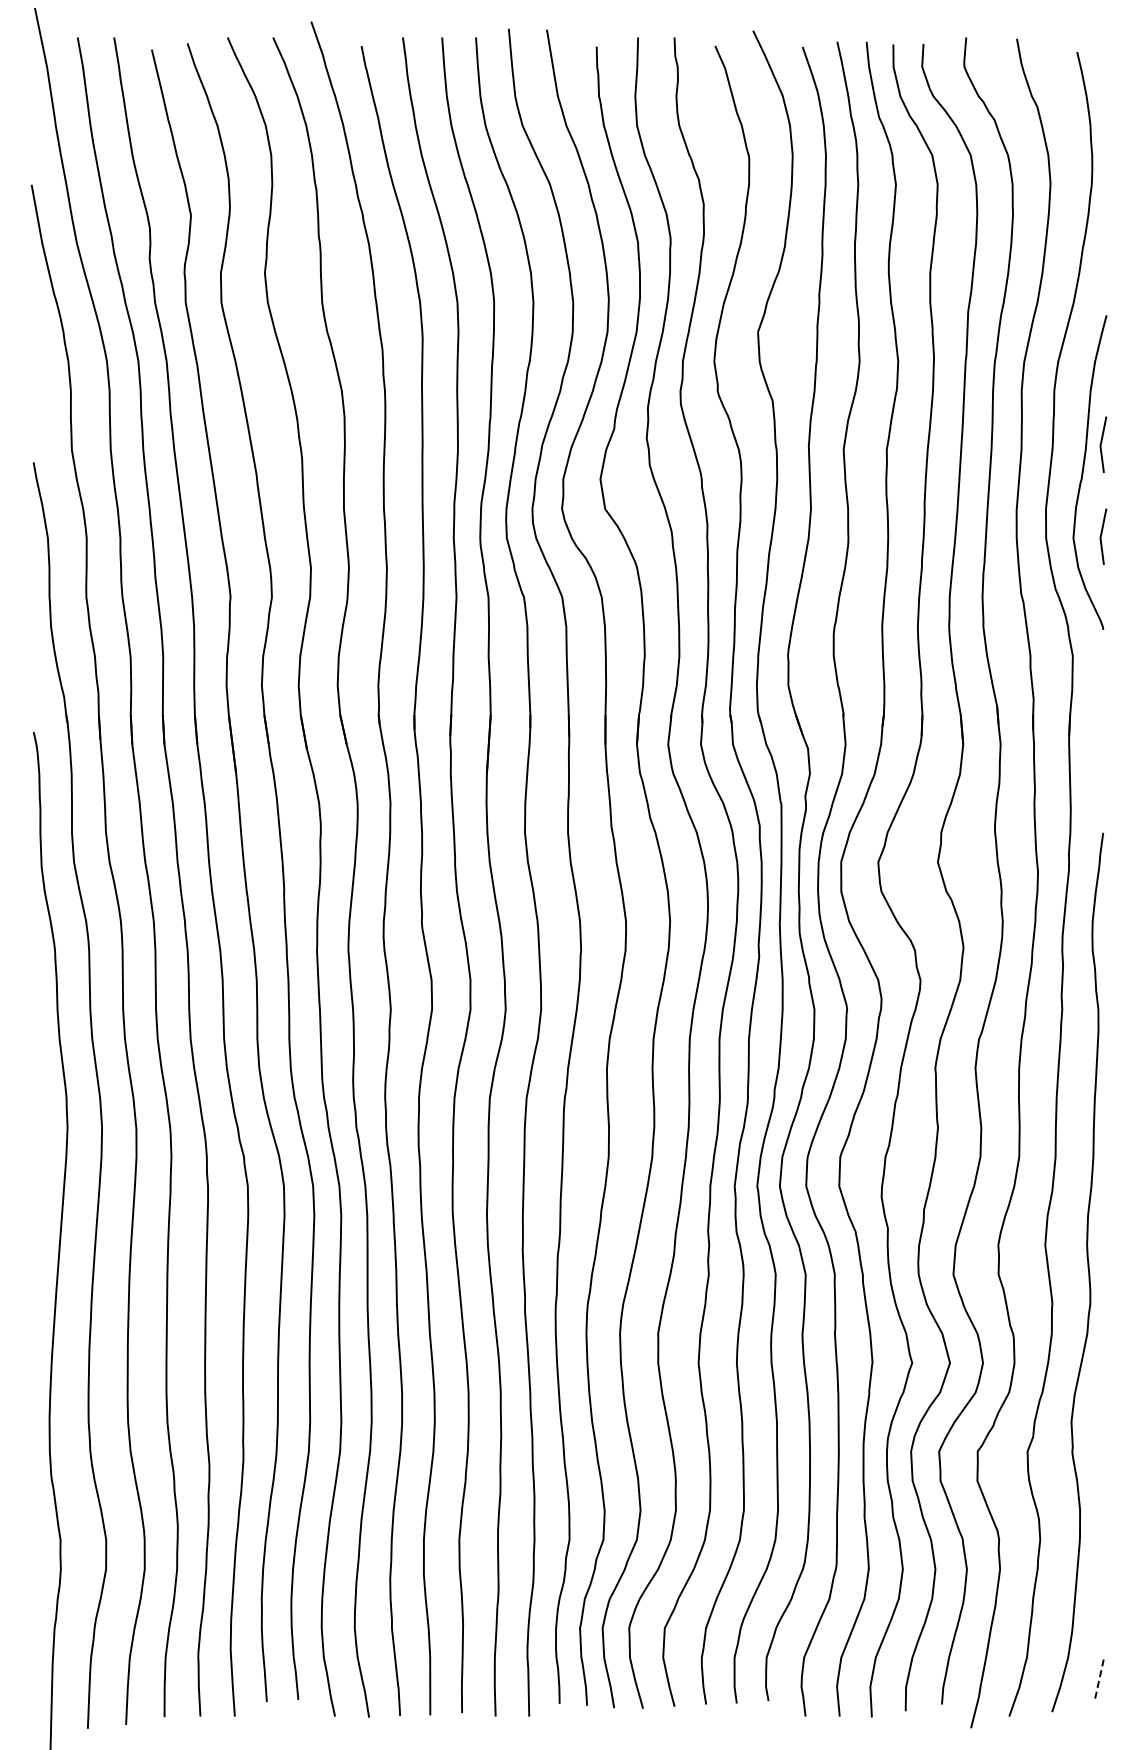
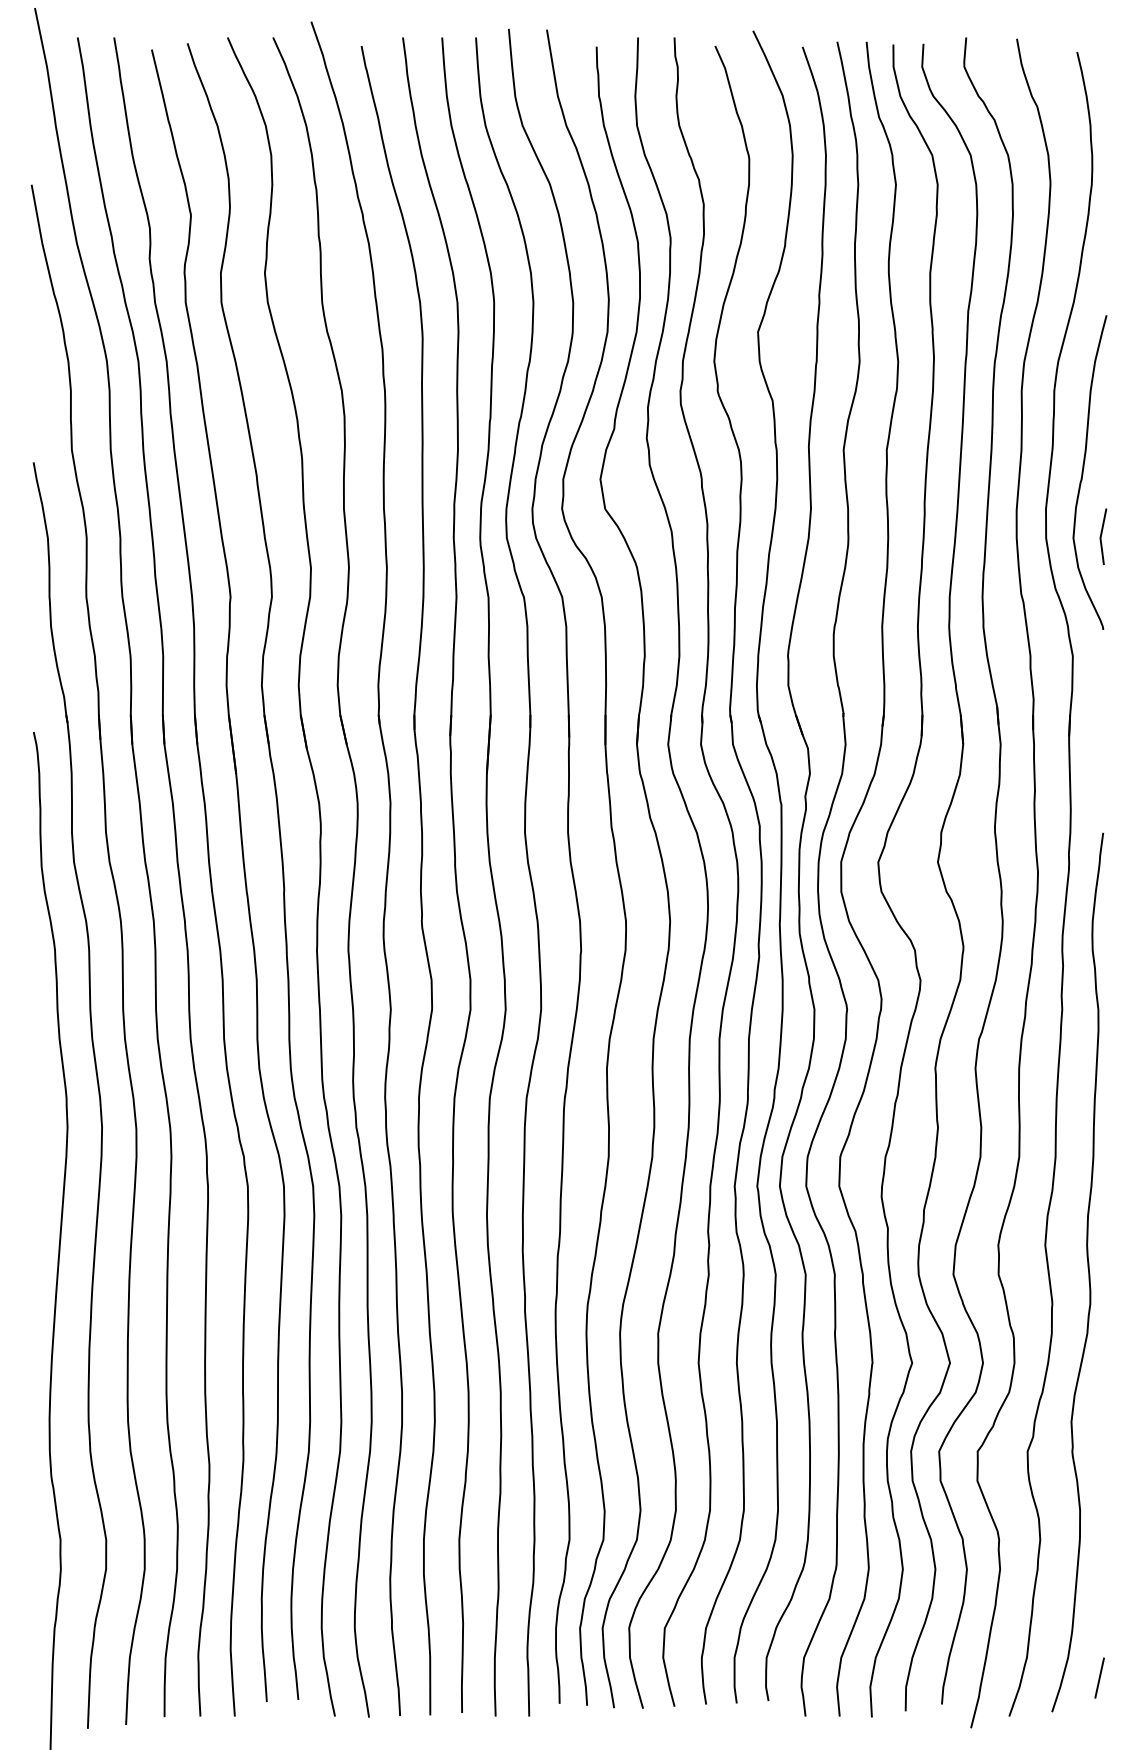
line at (1101, 444): present -> none
line at (1099, 1678): dashed -> solid
